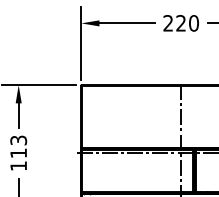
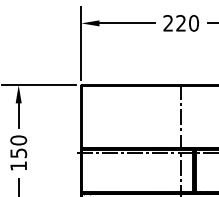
text at (18, 146): 113 -> 150
